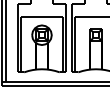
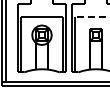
line at (91, 16): solid -> dashed
